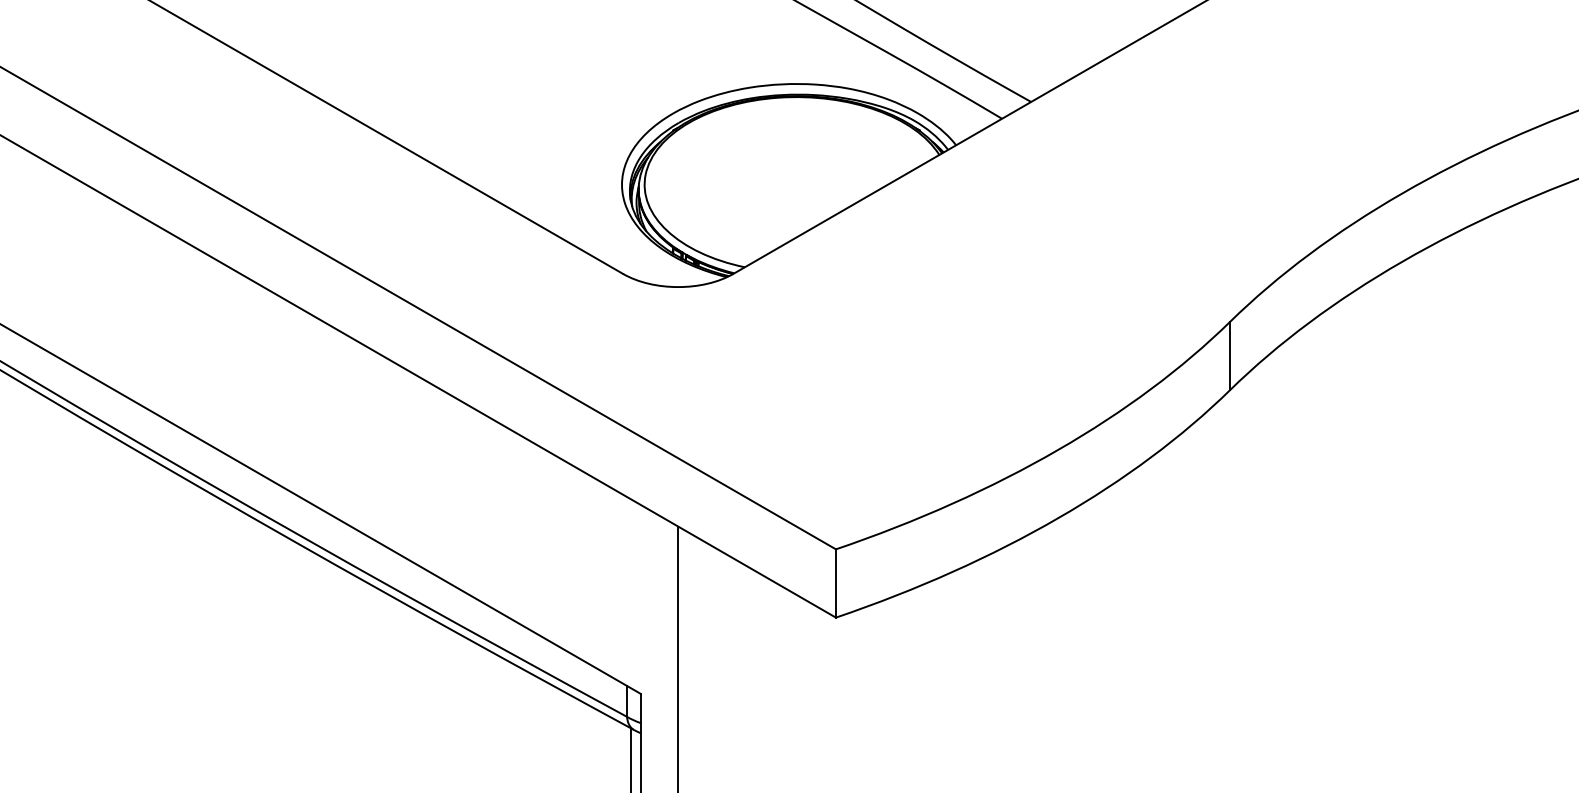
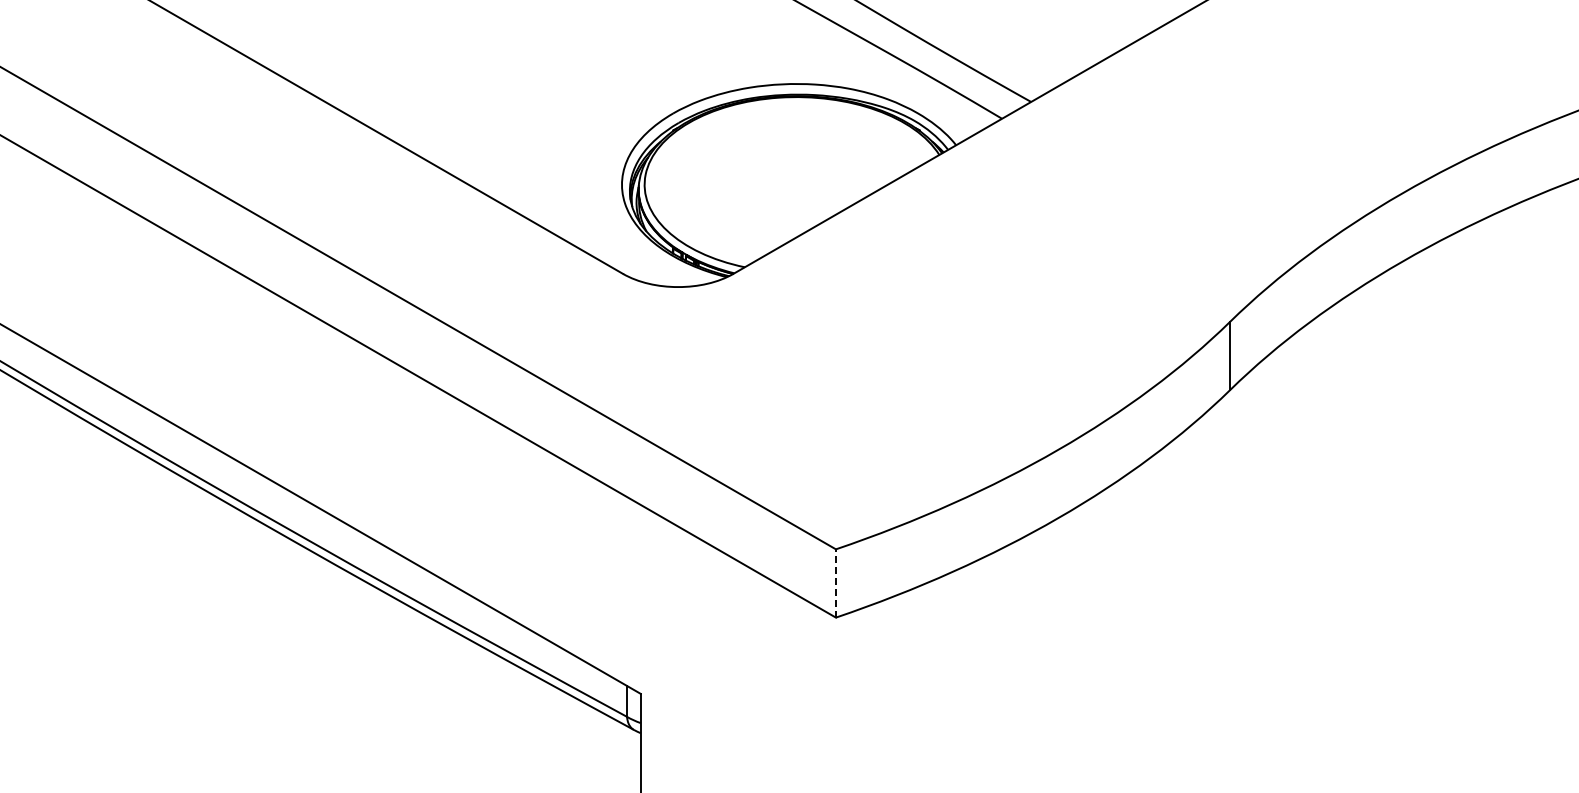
line at (835, 583): solid -> dashed
line at (678, 657): present -> none
line at (630, 758): present -> none
